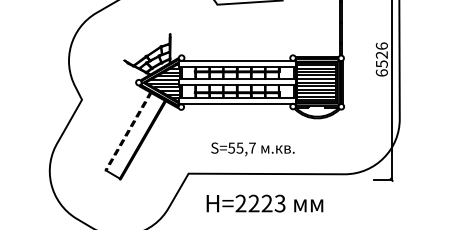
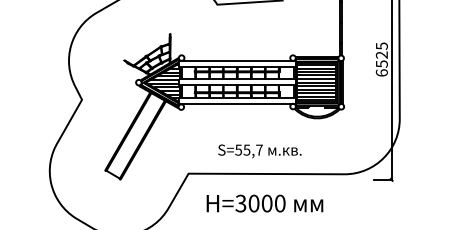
text at (381, 45): 6526 -> 6525
text at (252, 149) position: (252, 149) -> (259, 151)
line at (105, 170): dashed -> solid
text at (260, 203): H=2223 -> H=3000
